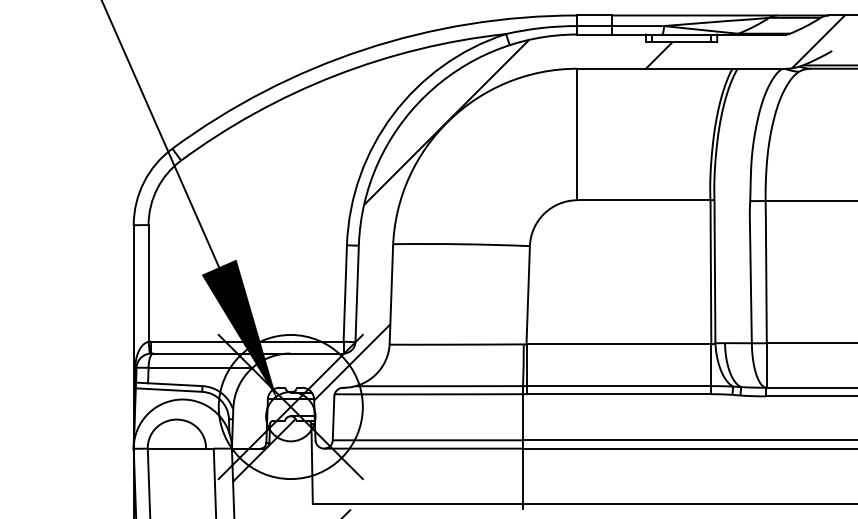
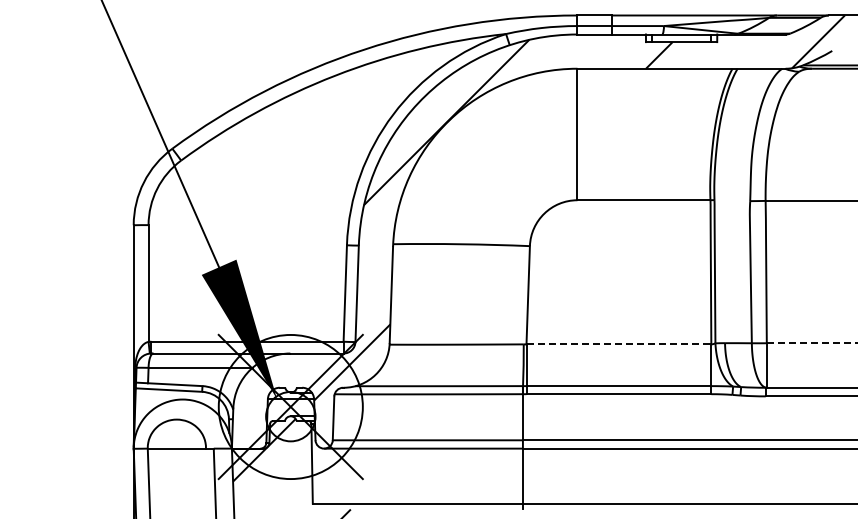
line at (812, 343): solid -> dashed
line at (619, 344): solid -> dashed
